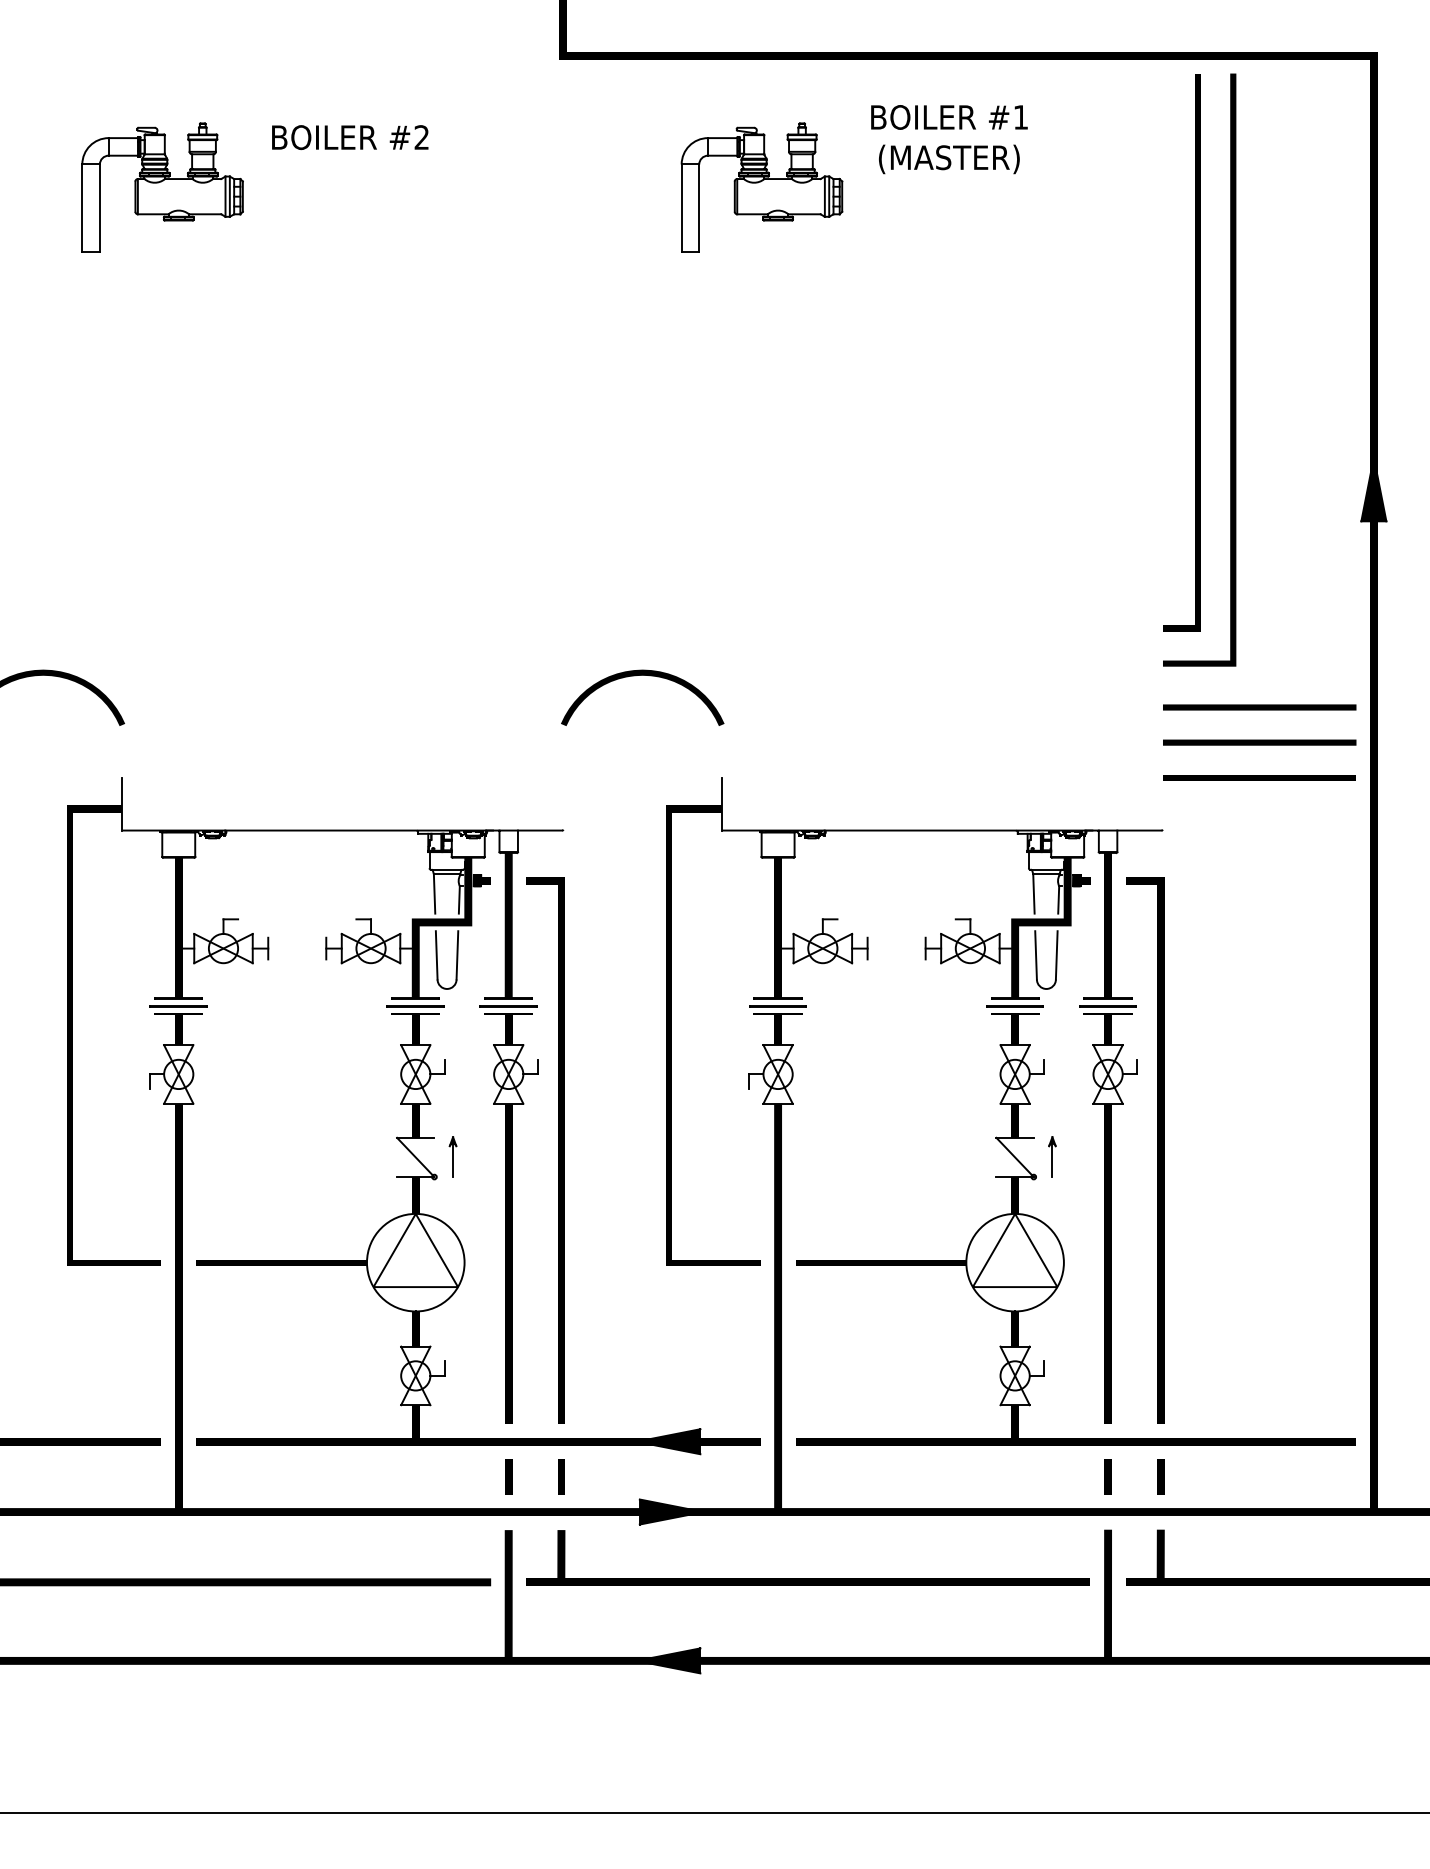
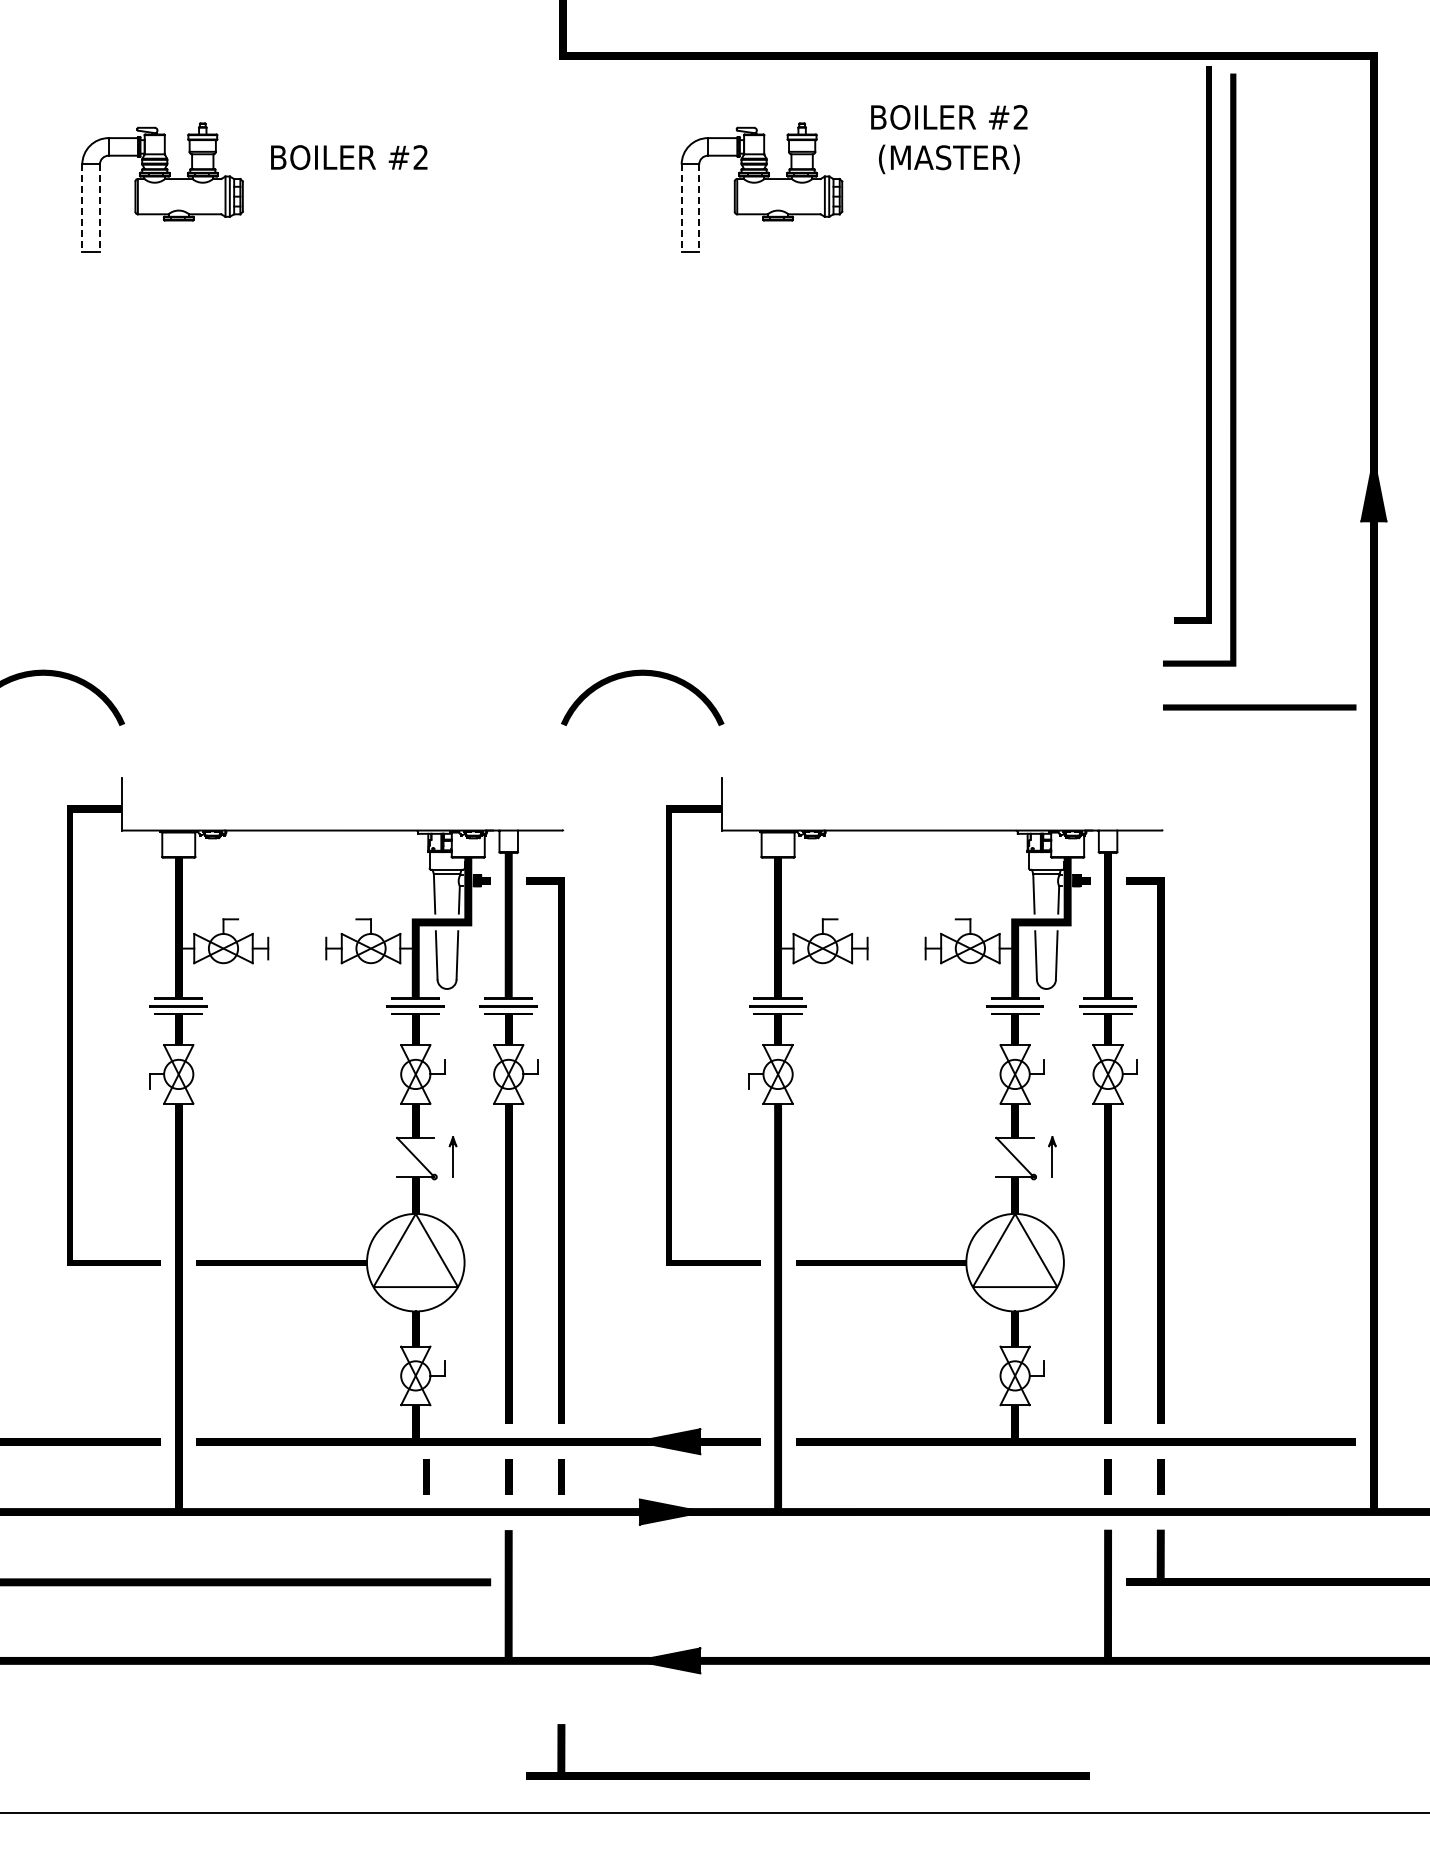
text at (1020, 117): #1 -> #2
text at (350, 137) position: (350, 137) -> (349, 157)
line at (82, 208): solid -> dashed
line at (99, 208): solid -> dashed
line at (681, 208): solid -> dashed
line at (699, 208): solid -> dashed
line at (1195, 352) position: (1195, 352) -> (1206, 344)
line at (1259, 742): present -> none
line at (1259, 777): present -> none
line at (426, 1476): none -> present
part at (807, 1578) position: (807, 1578) -> (807, 1772)
